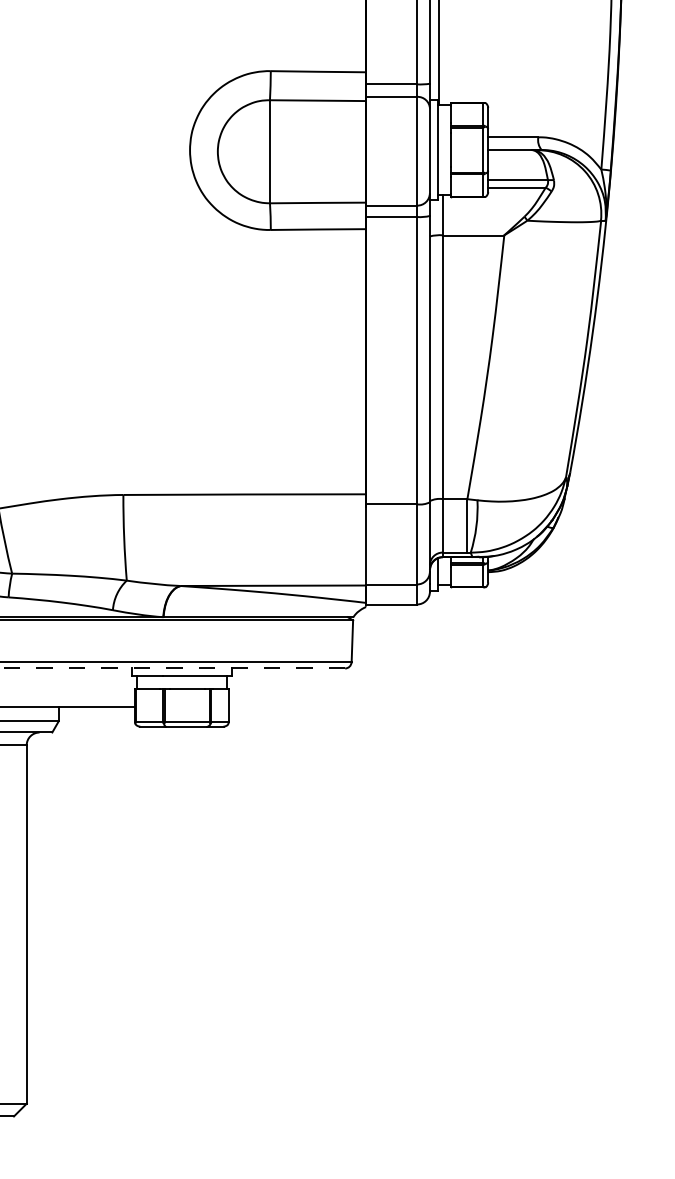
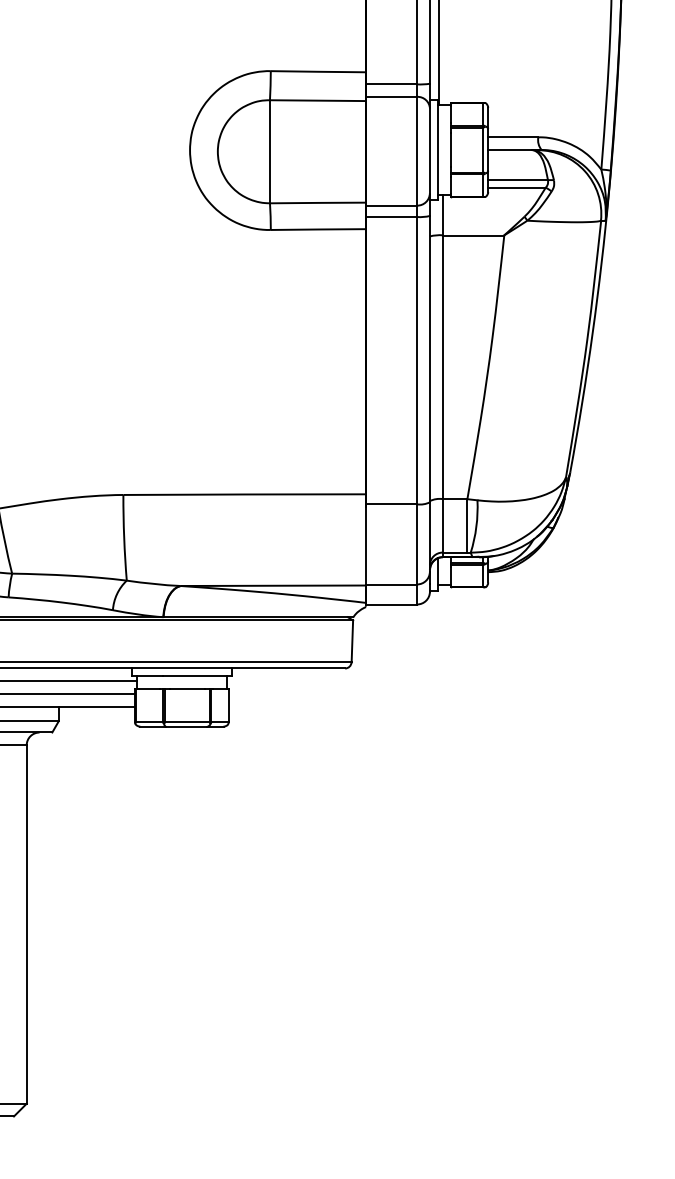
line at (172, 668): dashed -> solid
line at (69, 681): none -> present
line at (68, 694): none -> present
